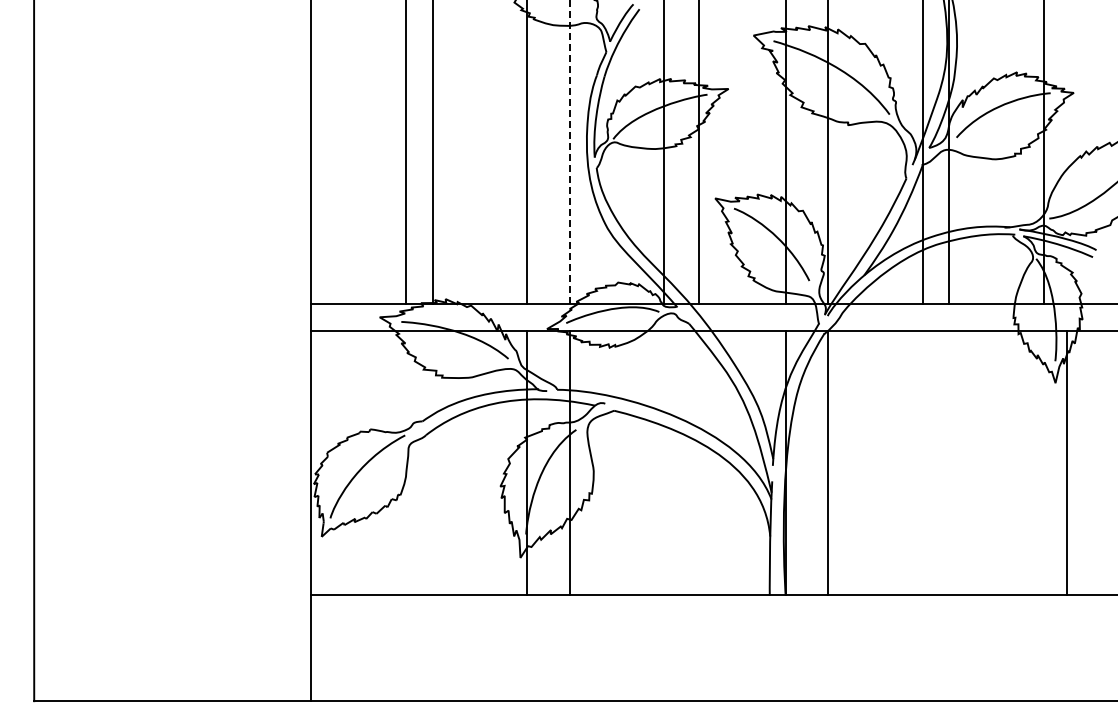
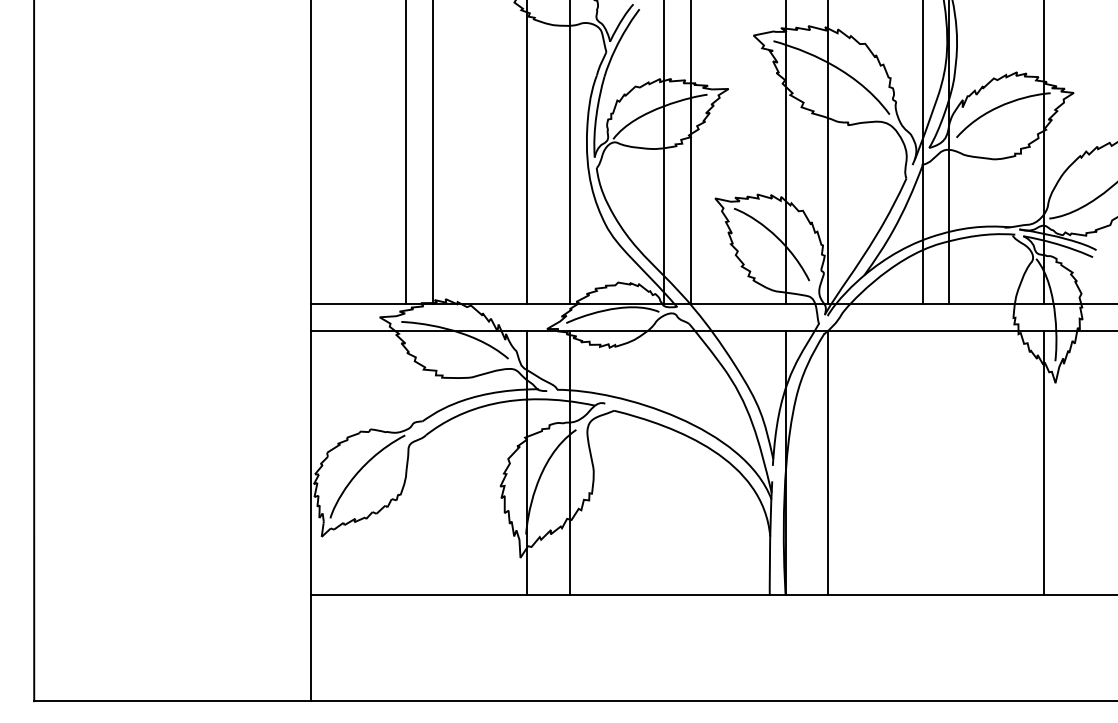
line at (569, 152): dashed -> solid
line at (698, 153) position: (698, 153) -> (690, 153)
line at (1066, 462) position: (1066, 462) -> (1043, 462)
